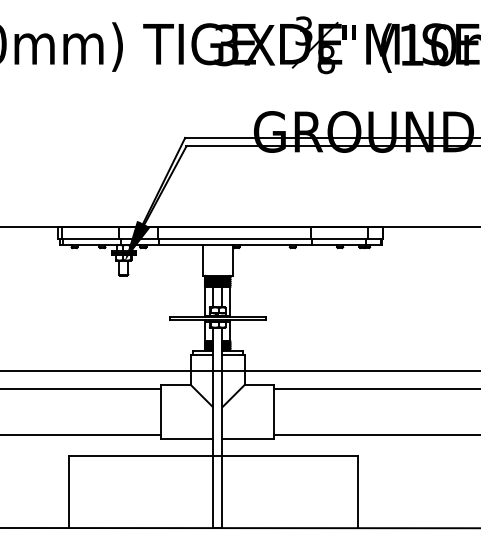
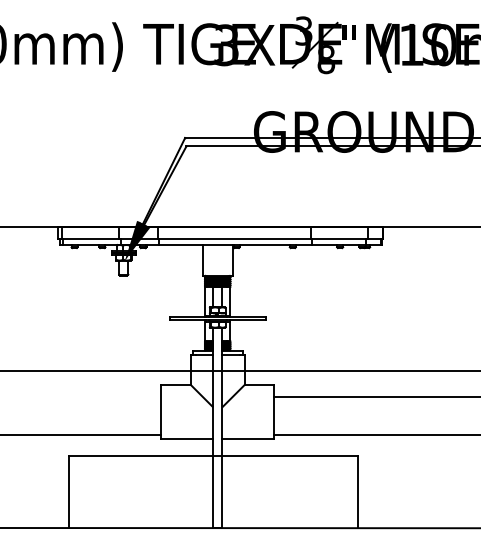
line at (81, 389): present -> none
line at (375, 389) position: (375, 389) -> (375, 397)
